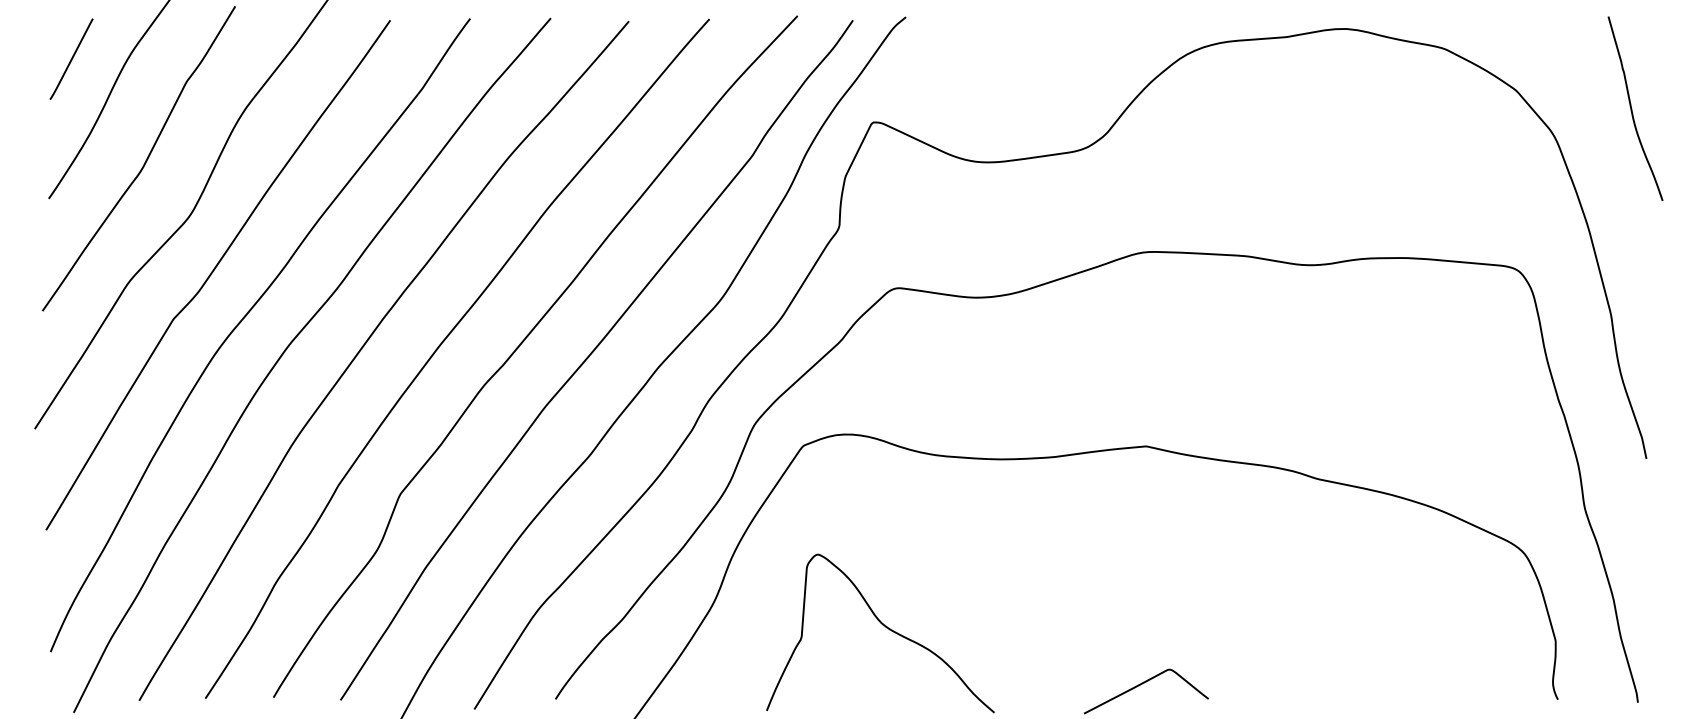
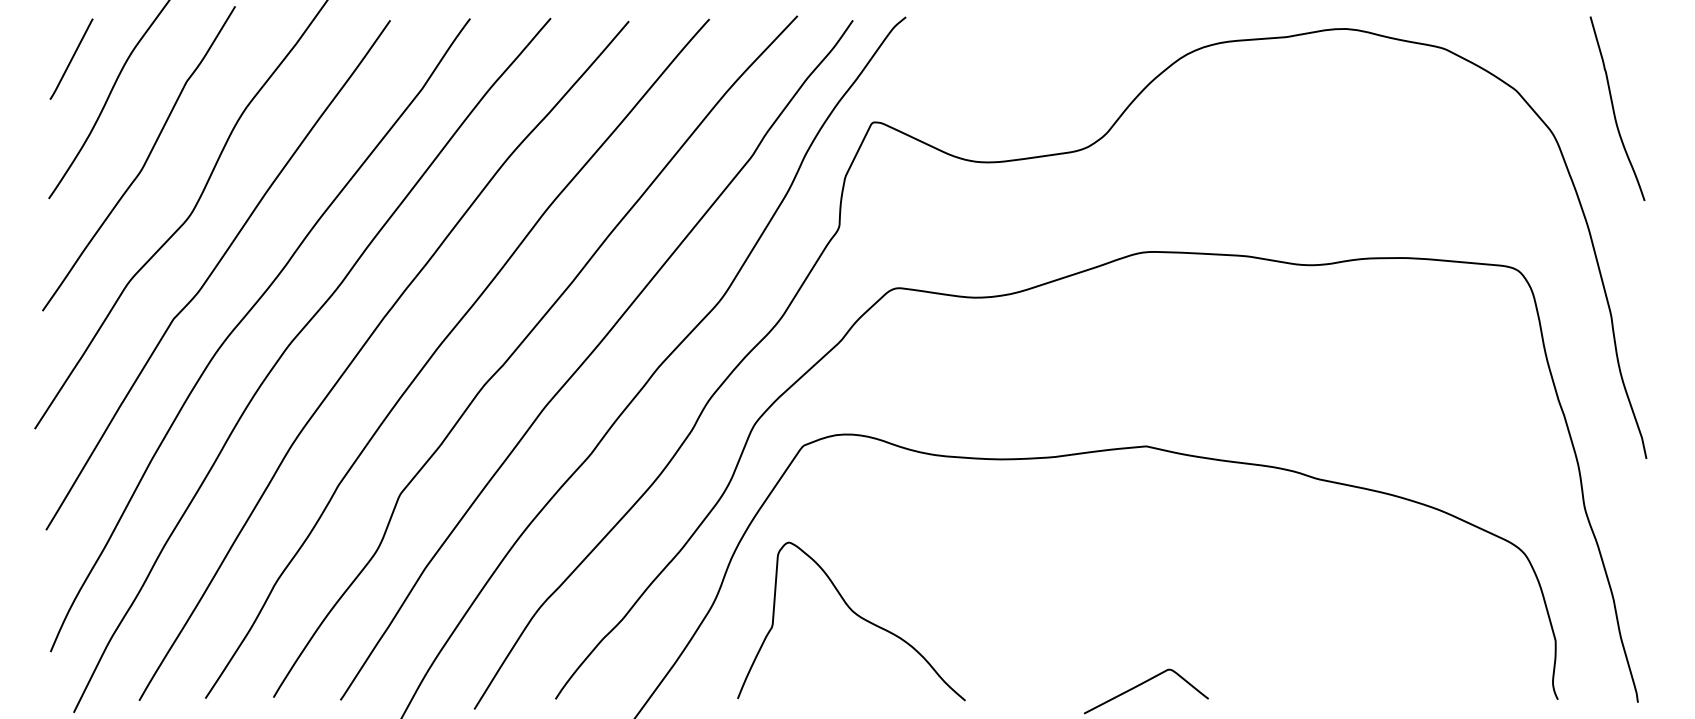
curve at (1632, 108) position: (1632, 108) -> (1614, 108)
curve at (885, 627) position: (885, 627) -> (856, 615)
